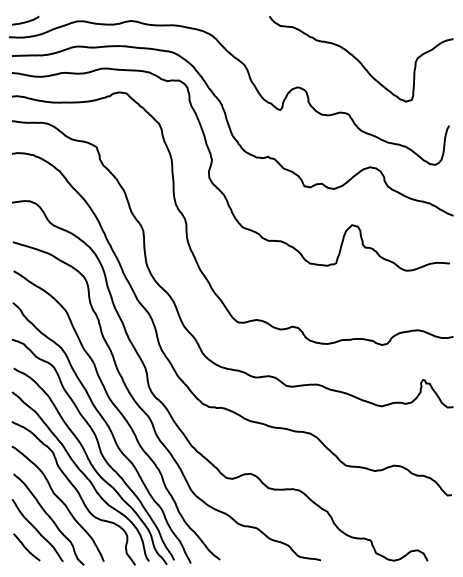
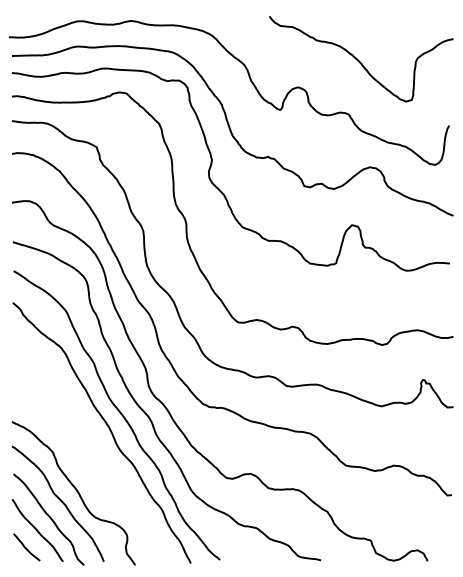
curve at (25, 21): present -> none
part at (92, 451): present -> none
